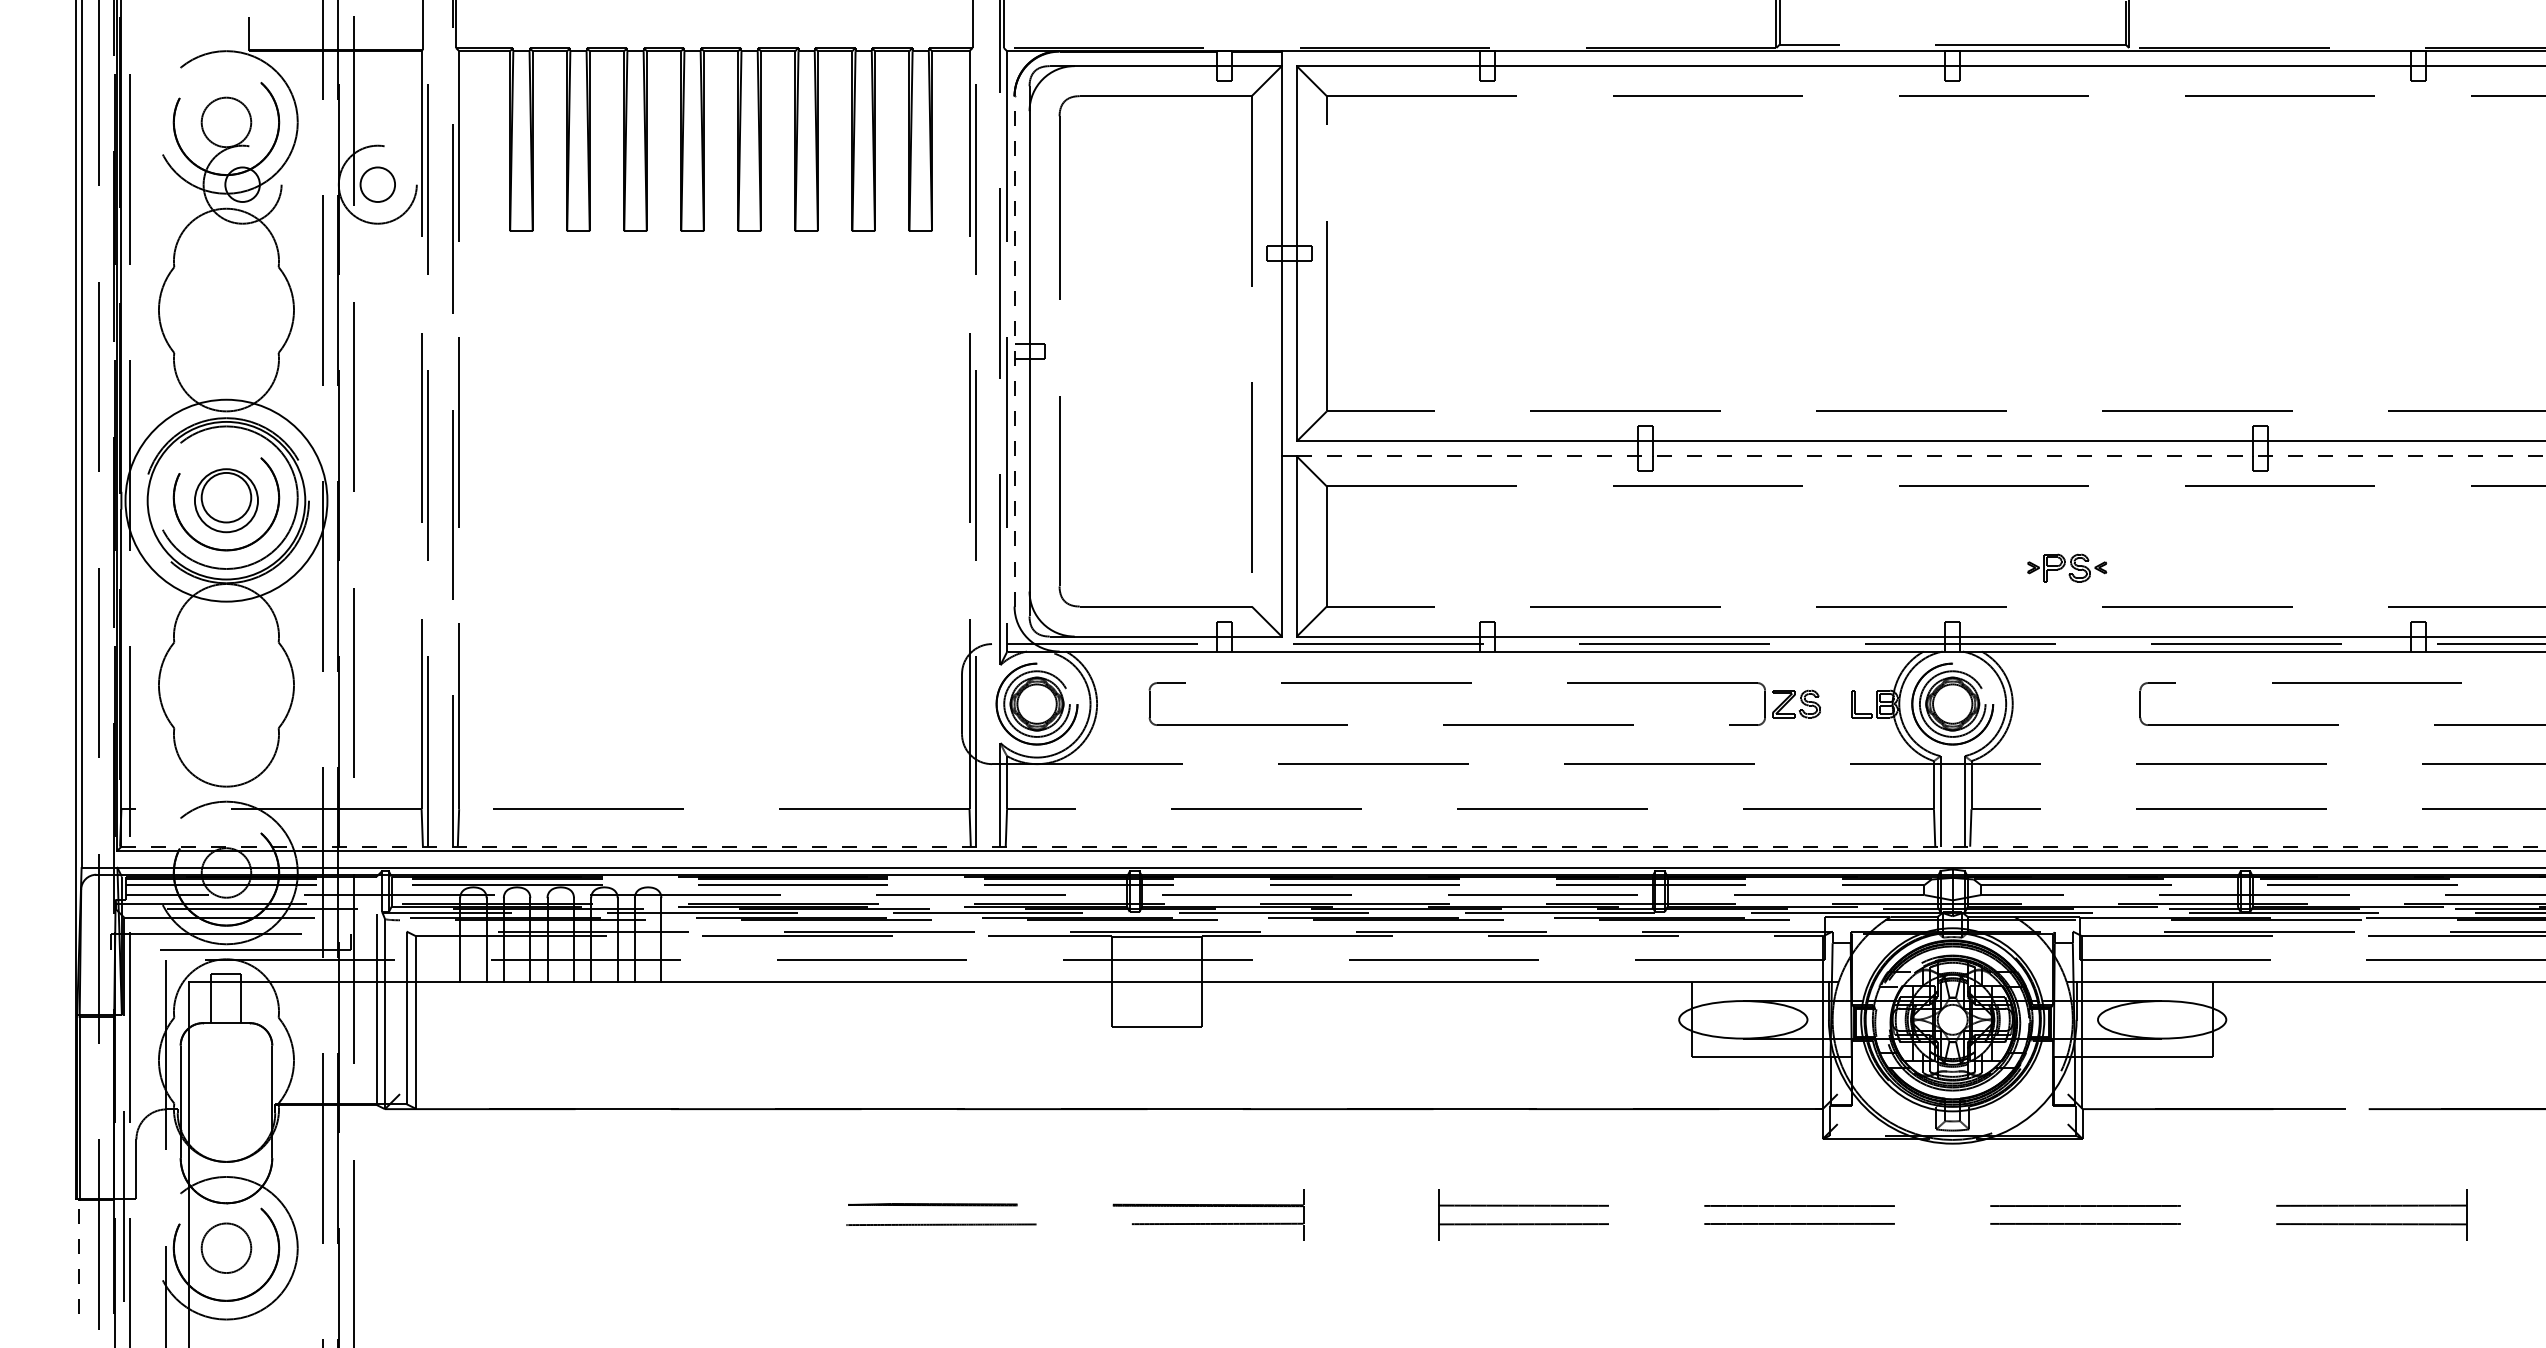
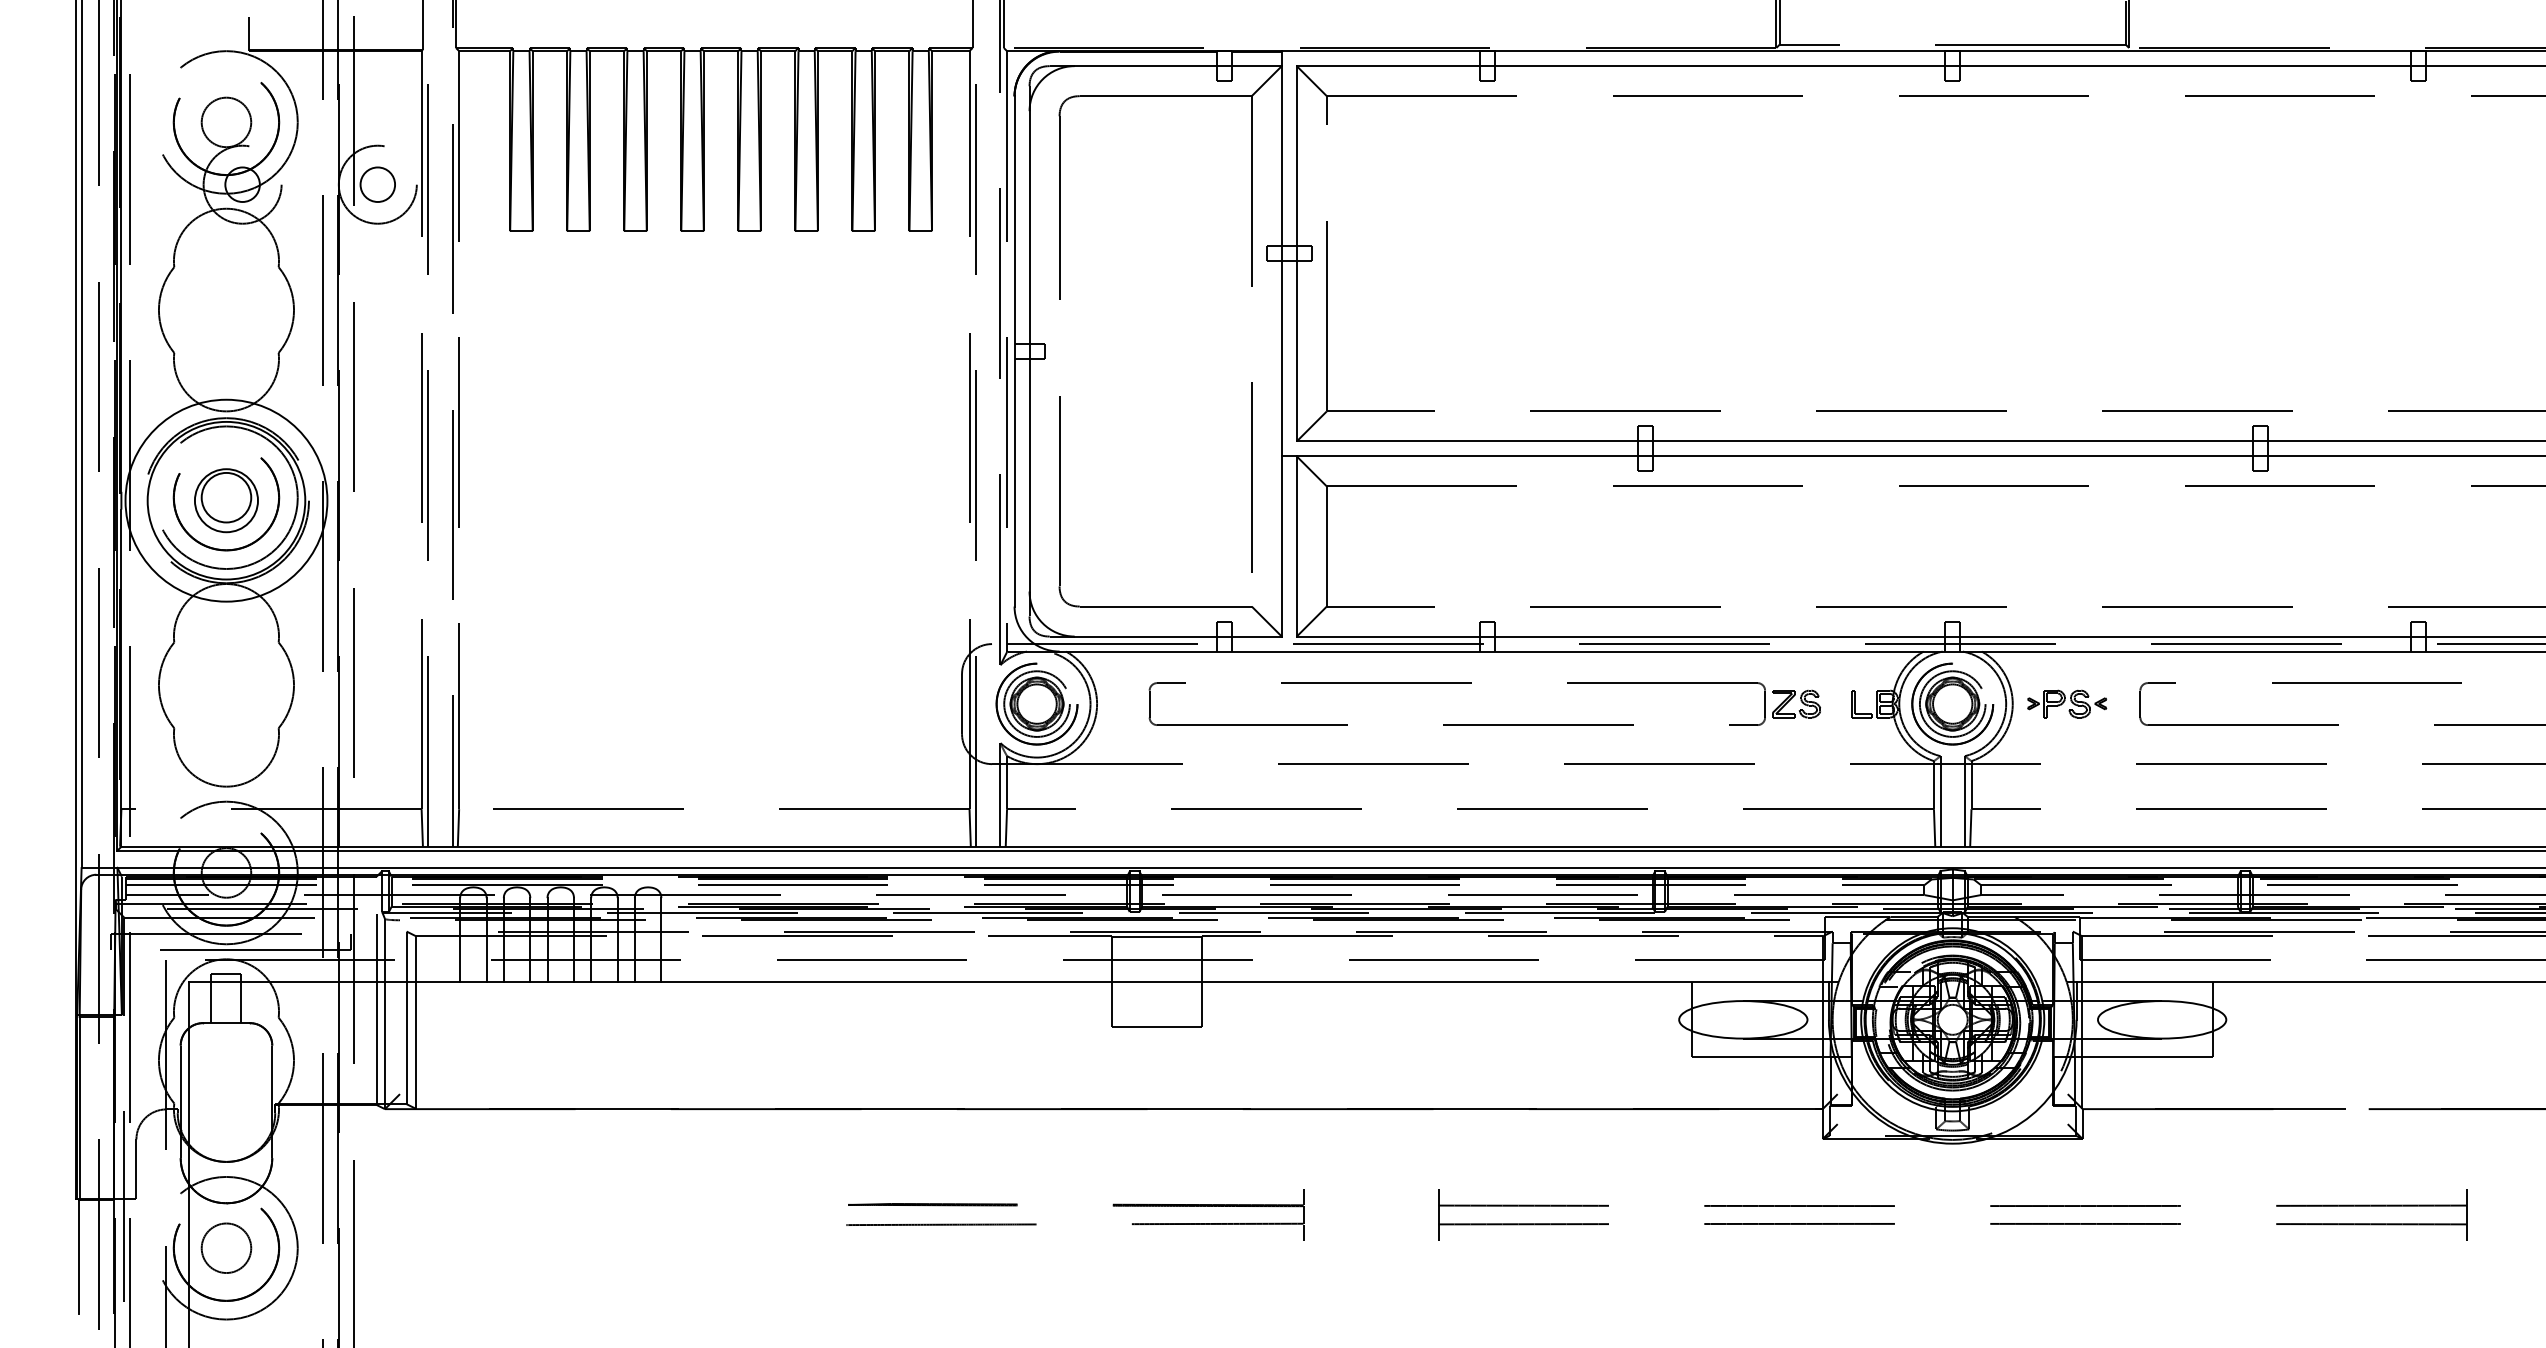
line at (1014, 350): dashed -> solid
line at (1921, 456): dashed -> solid
part at (2067, 567) position: (2067, 567) -> (2067, 703)
line at (1333, 846): dashed -> solid
line at (79, 1256): dashed -> solid
